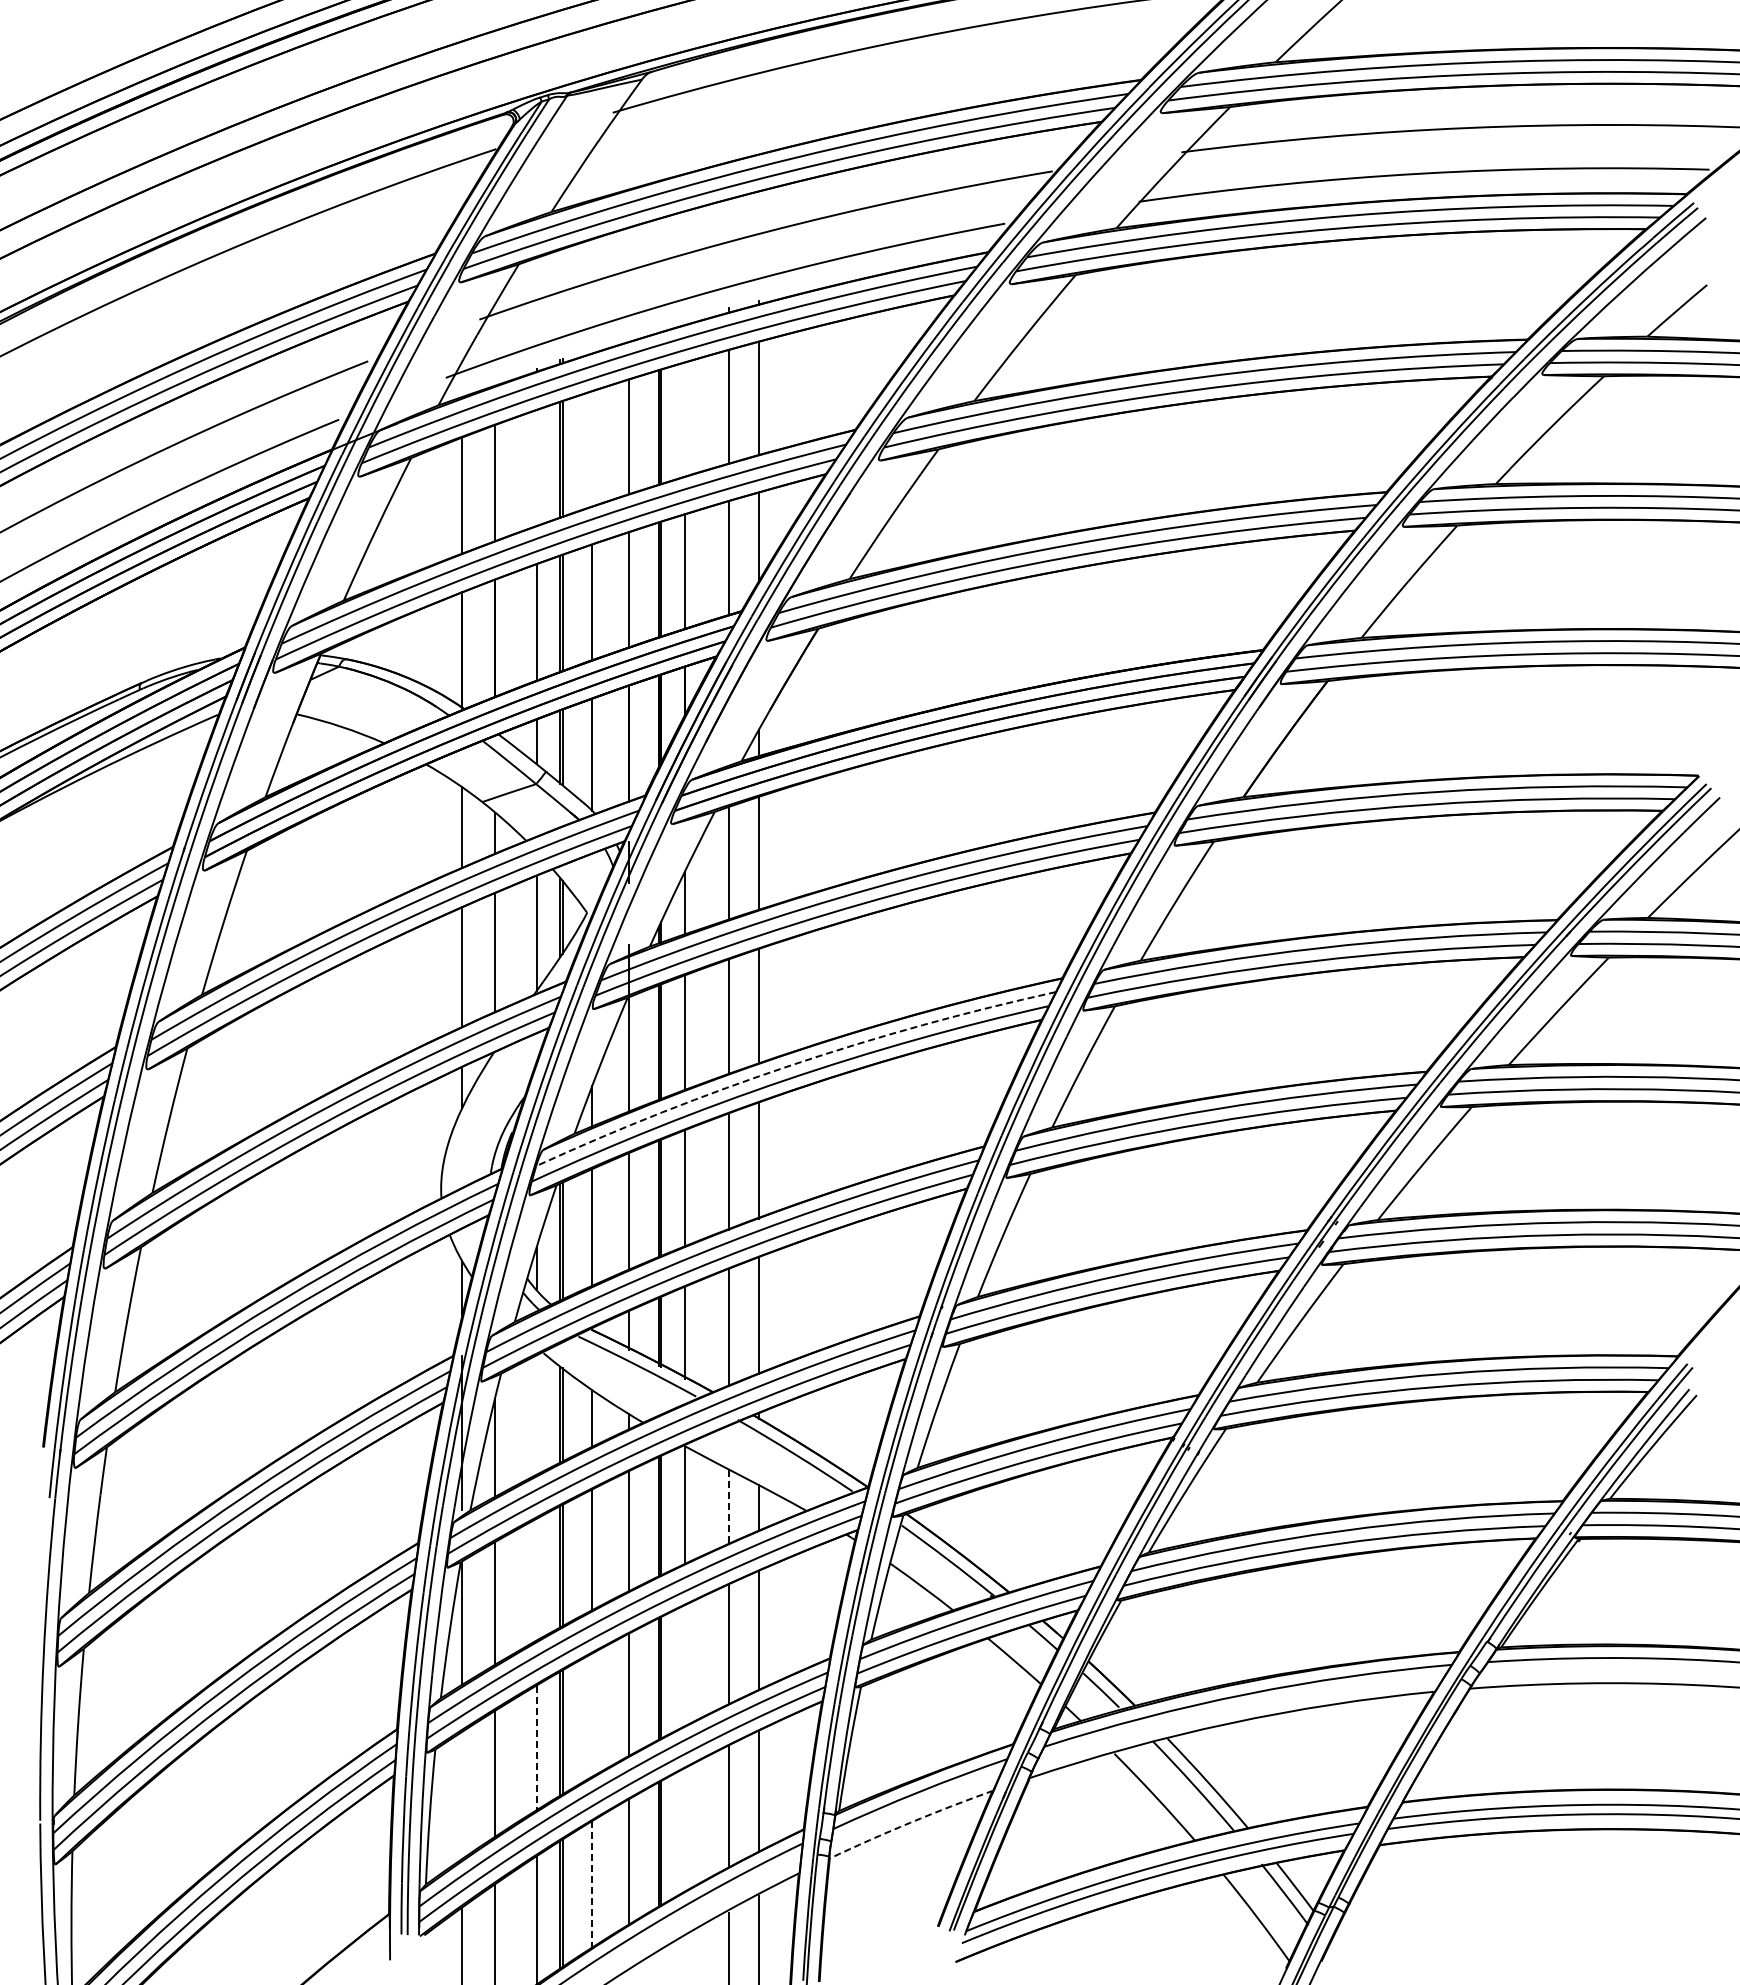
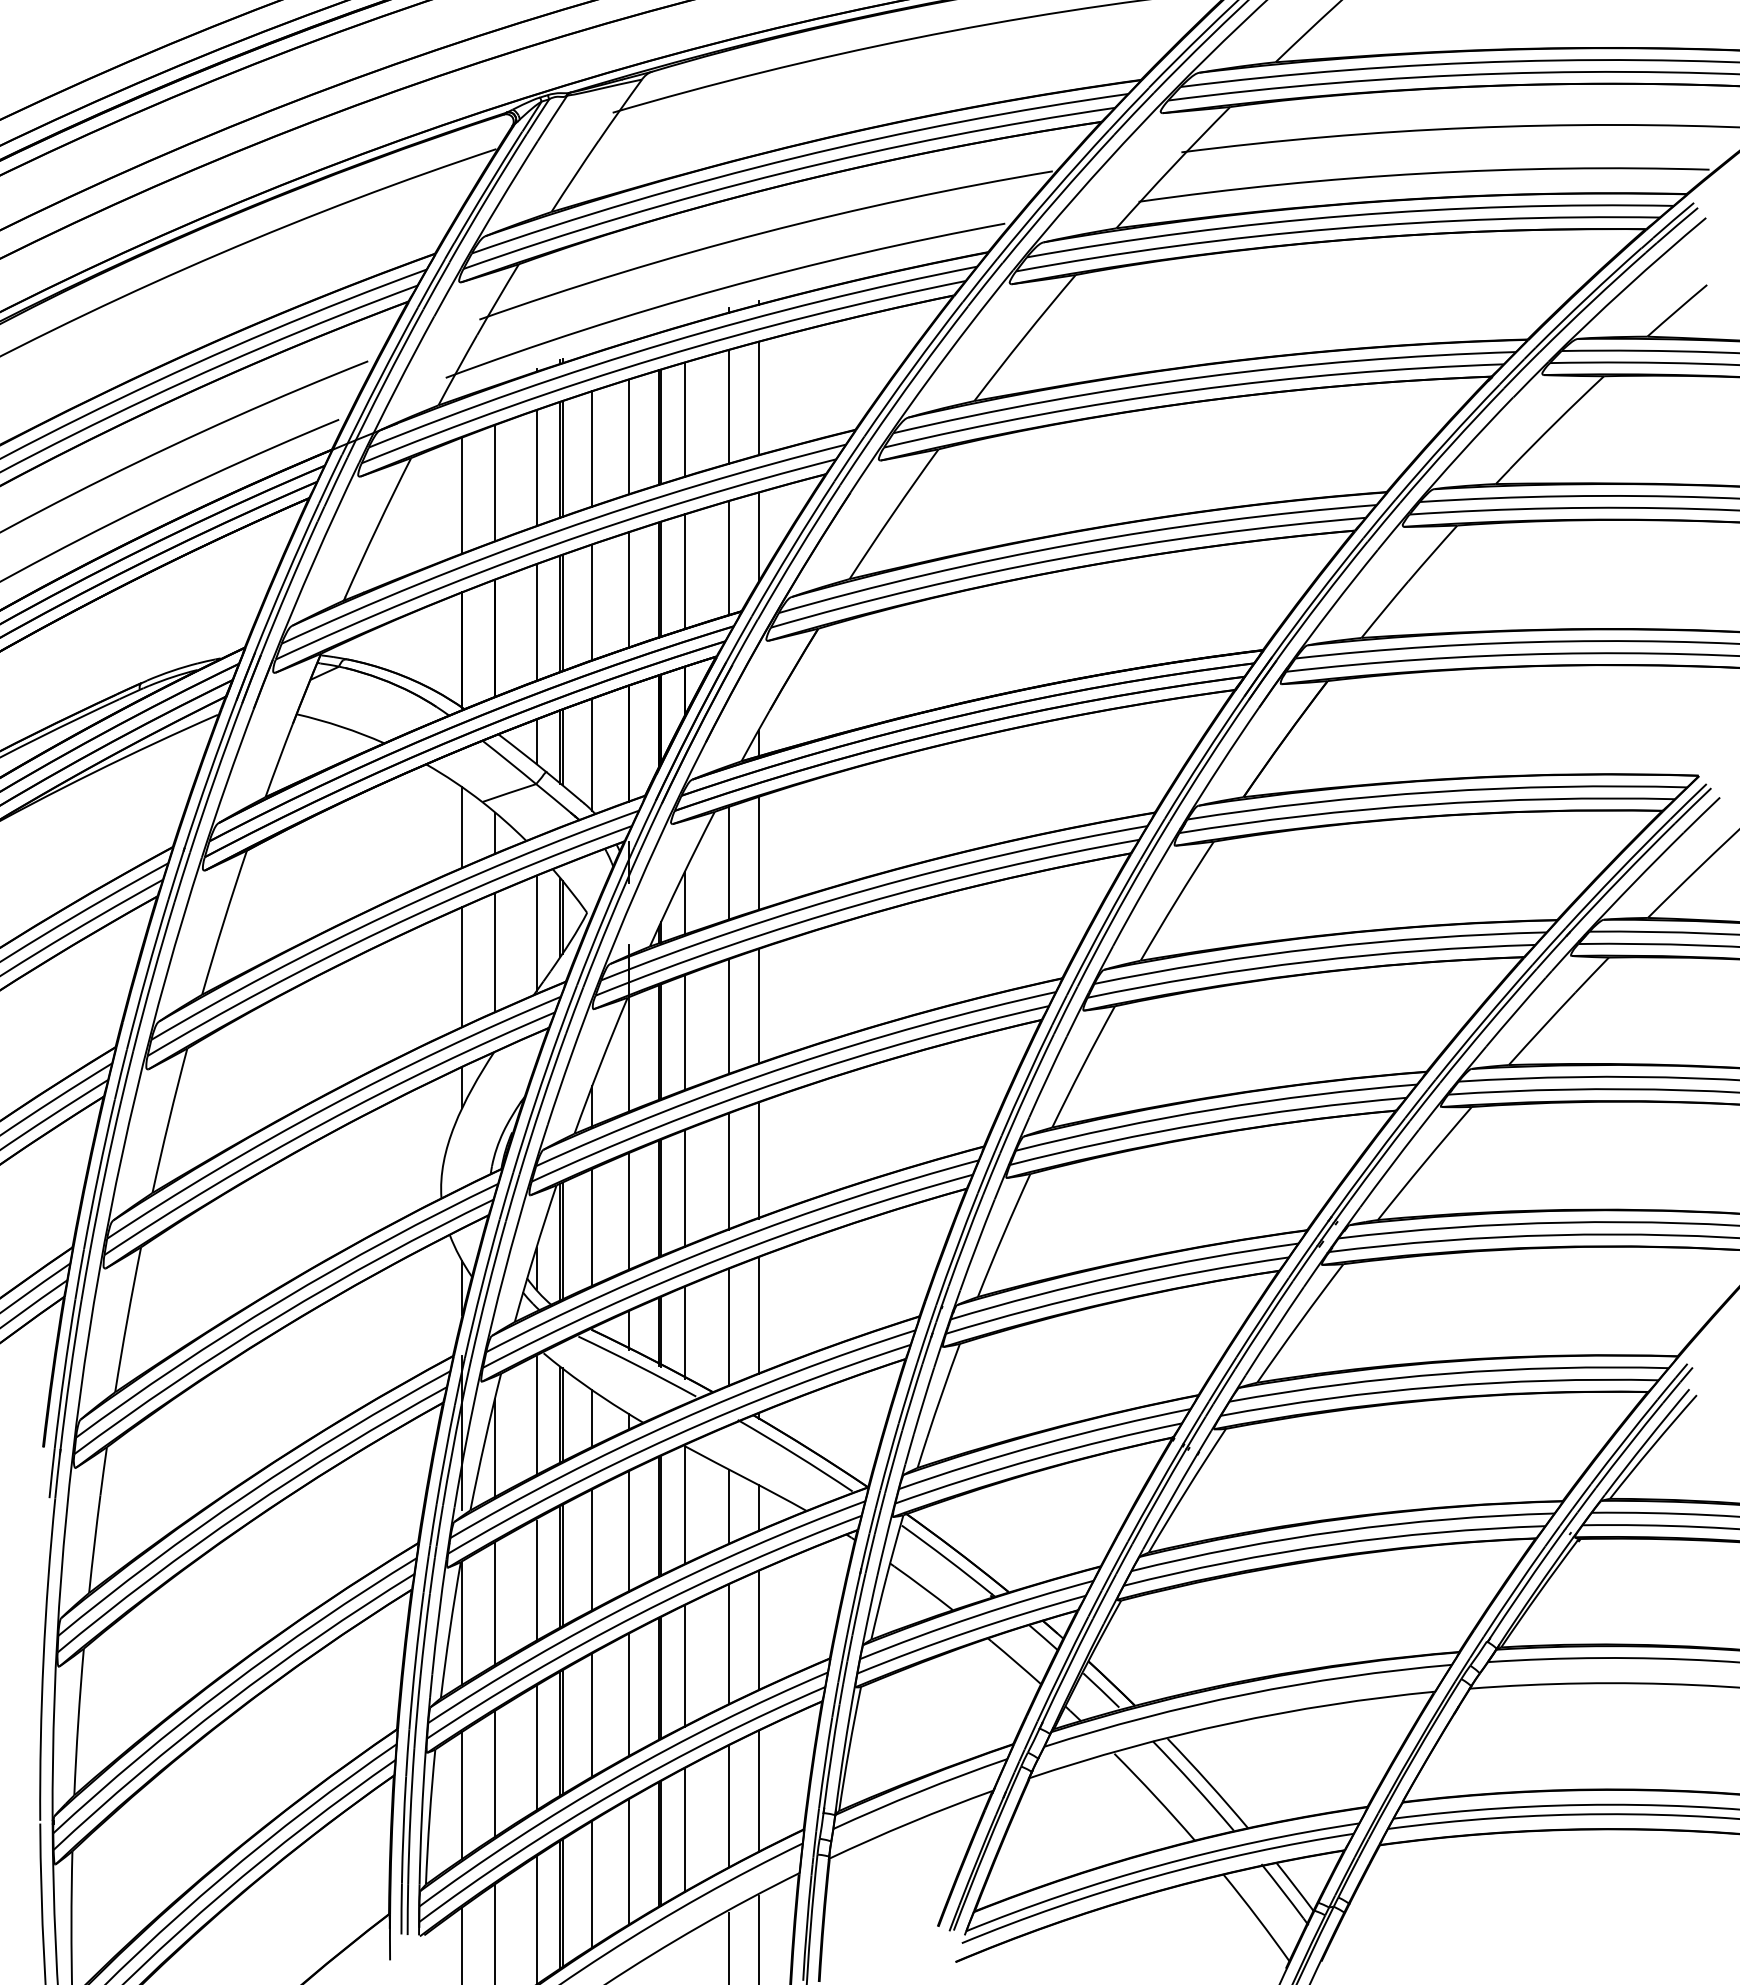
line at (684, 419): none -> present
line at (592, 448): none -> present
line at (536, 468): none -> present
arc at (791, 1065): dashed -> solid
line at (536, 1415): none -> present
line at (729, 1507): dashed -> solid
line at (536, 1580): none -> present
line at (684, 1665): none -> present
line at (592, 1714): none -> present
line at (536, 1748): dashed -> solid
line at (462, 1795): none -> present
arc at (910, 1822): dashed -> solid
line at (684, 1830): none -> present
line at (592, 1884): dashed -> solid
